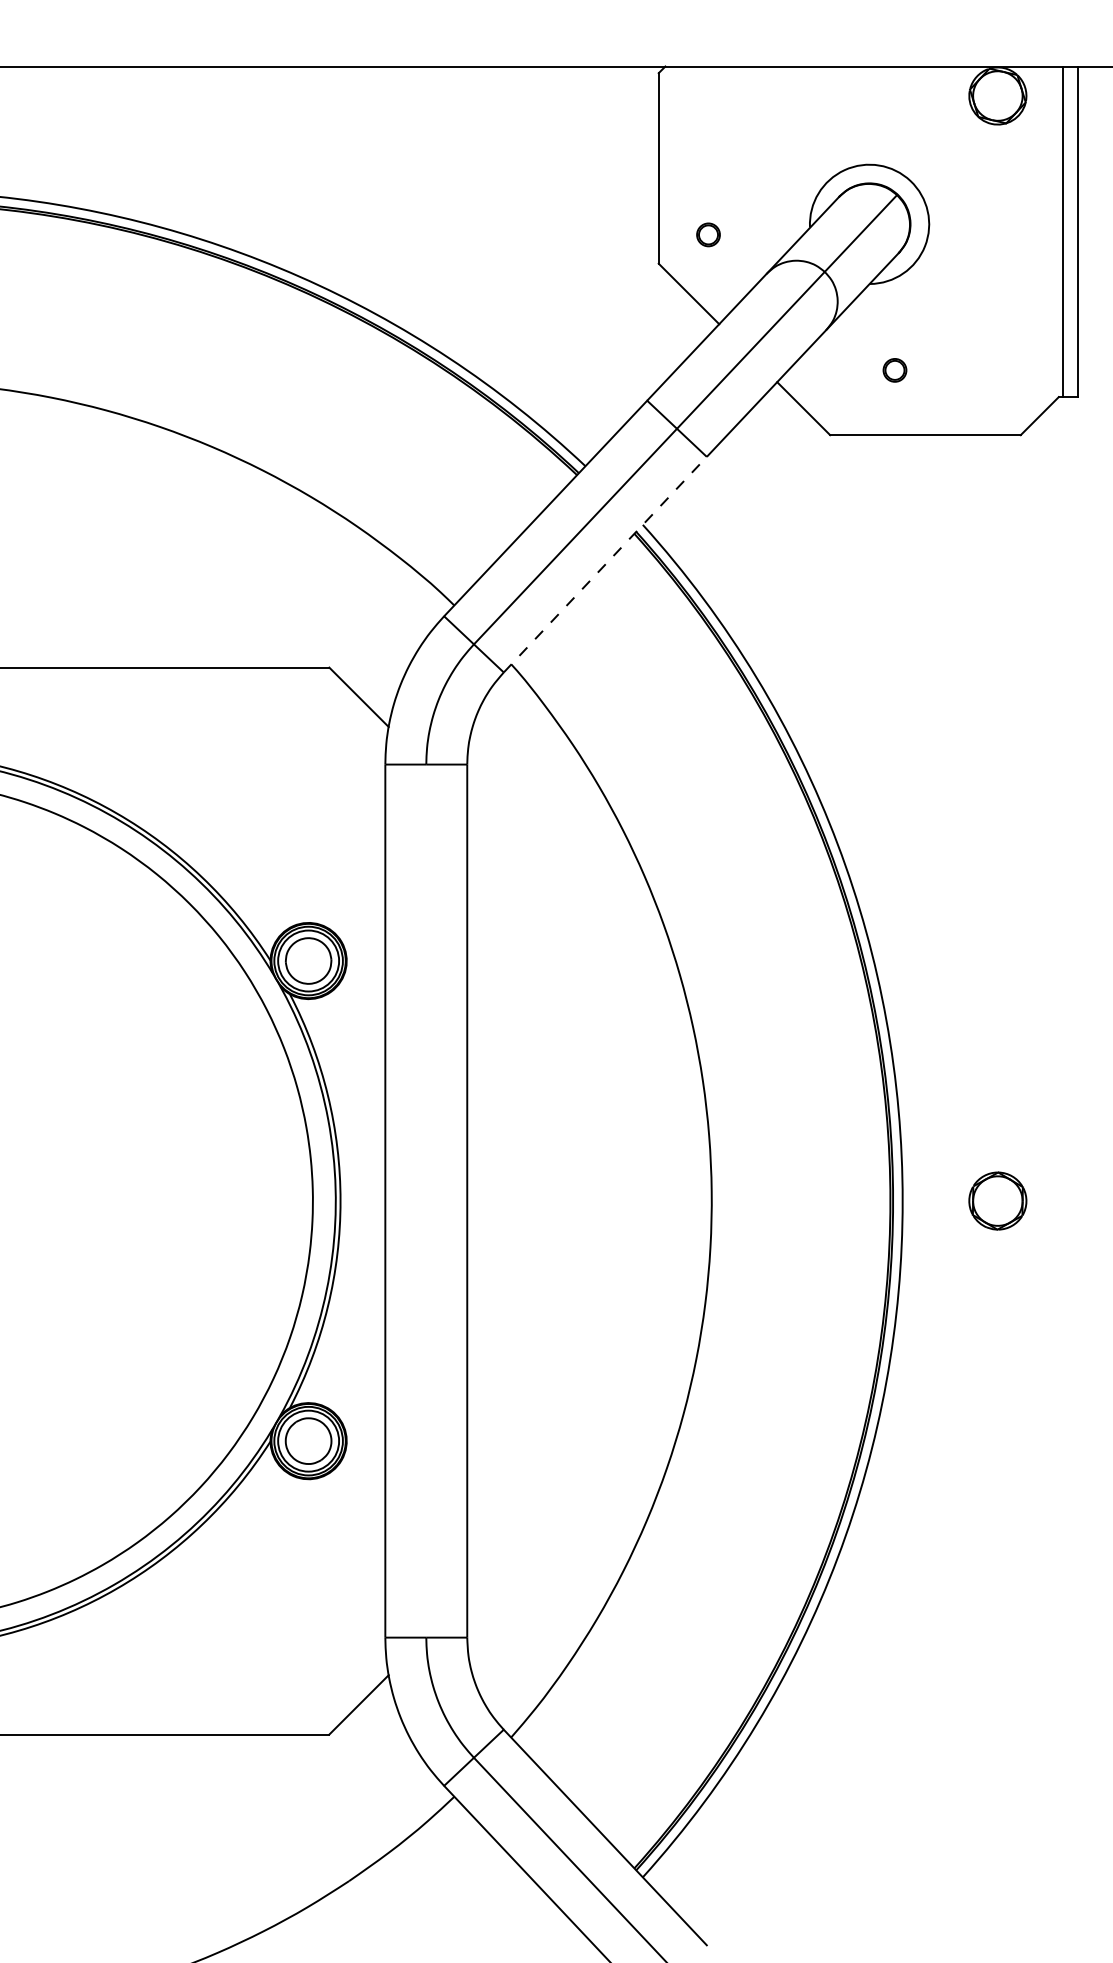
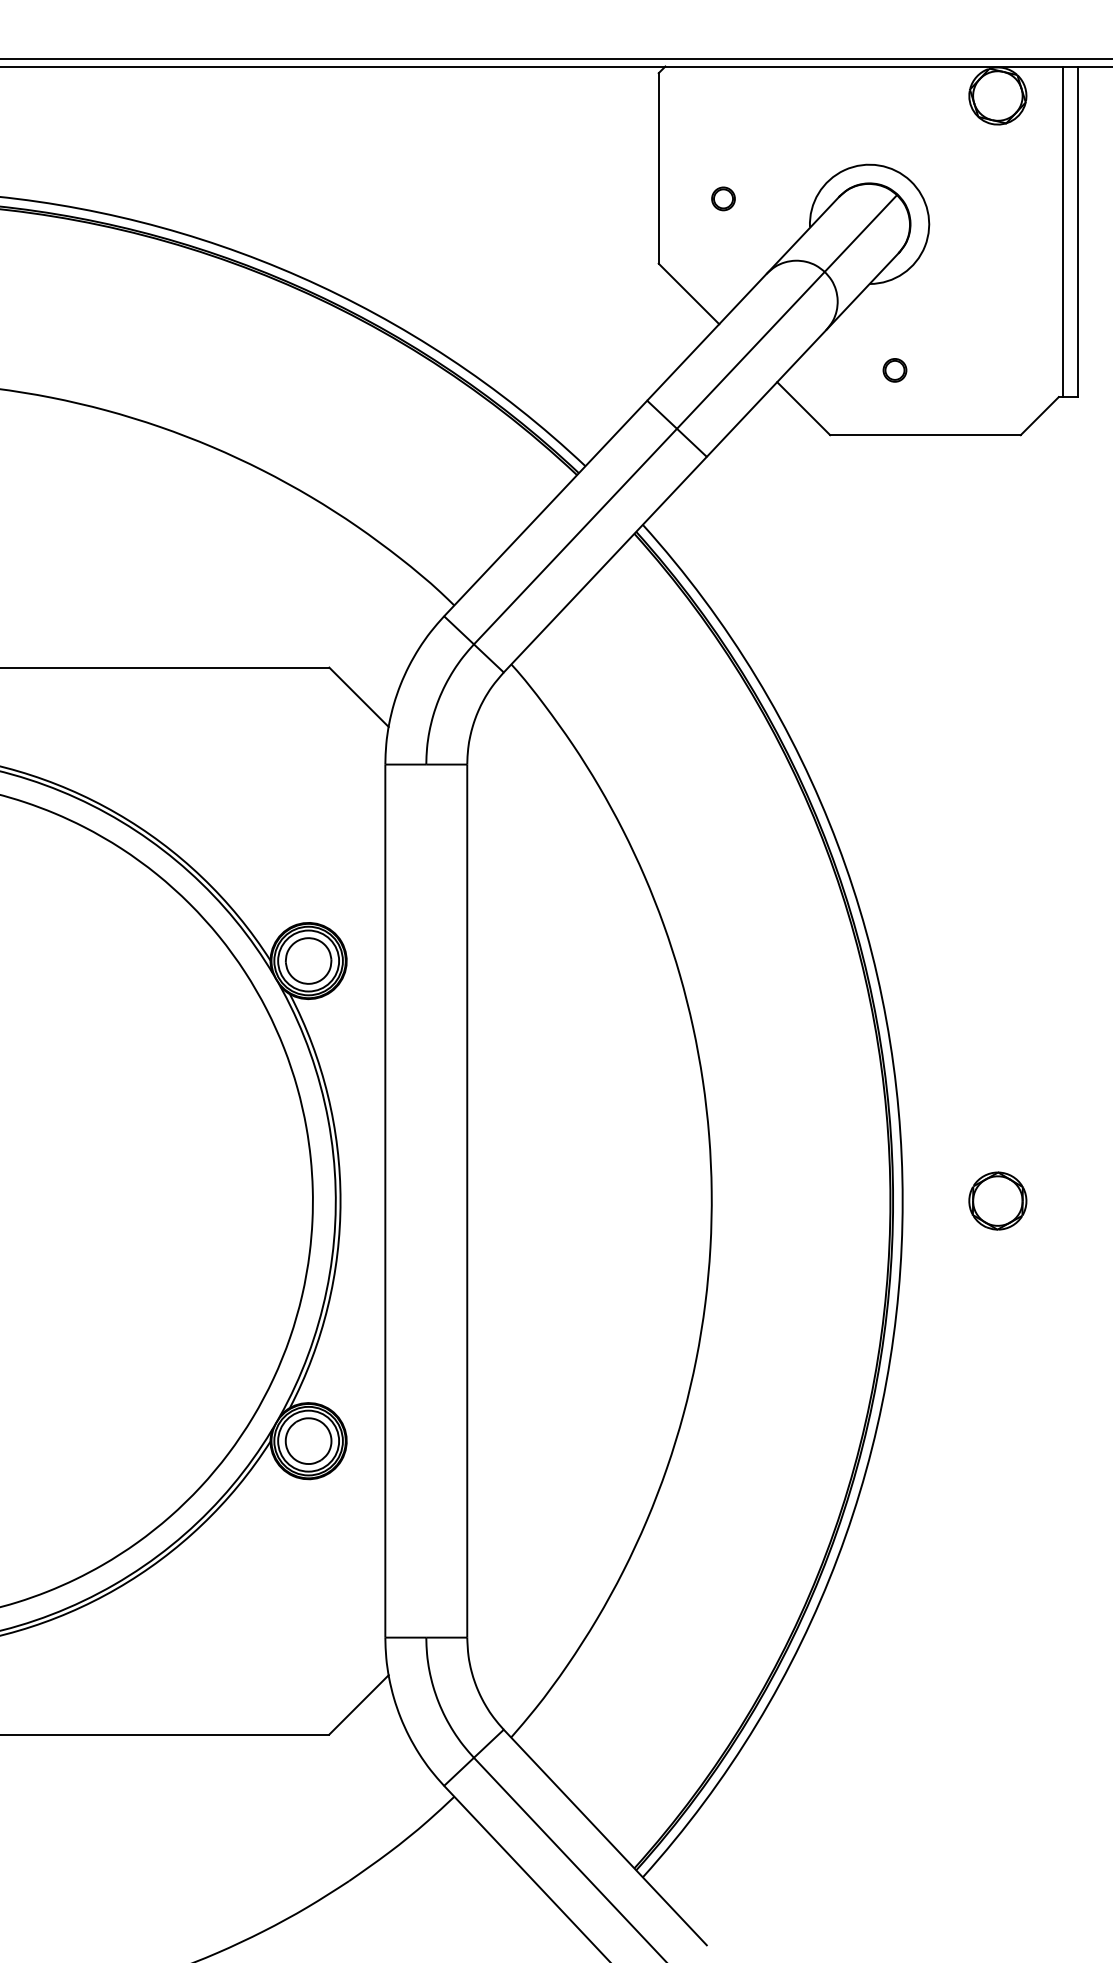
line at (555, 58): none -> present
part at (708, 234) position: (708, 234) -> (723, 198)
line at (605, 564): dashed -> solid
